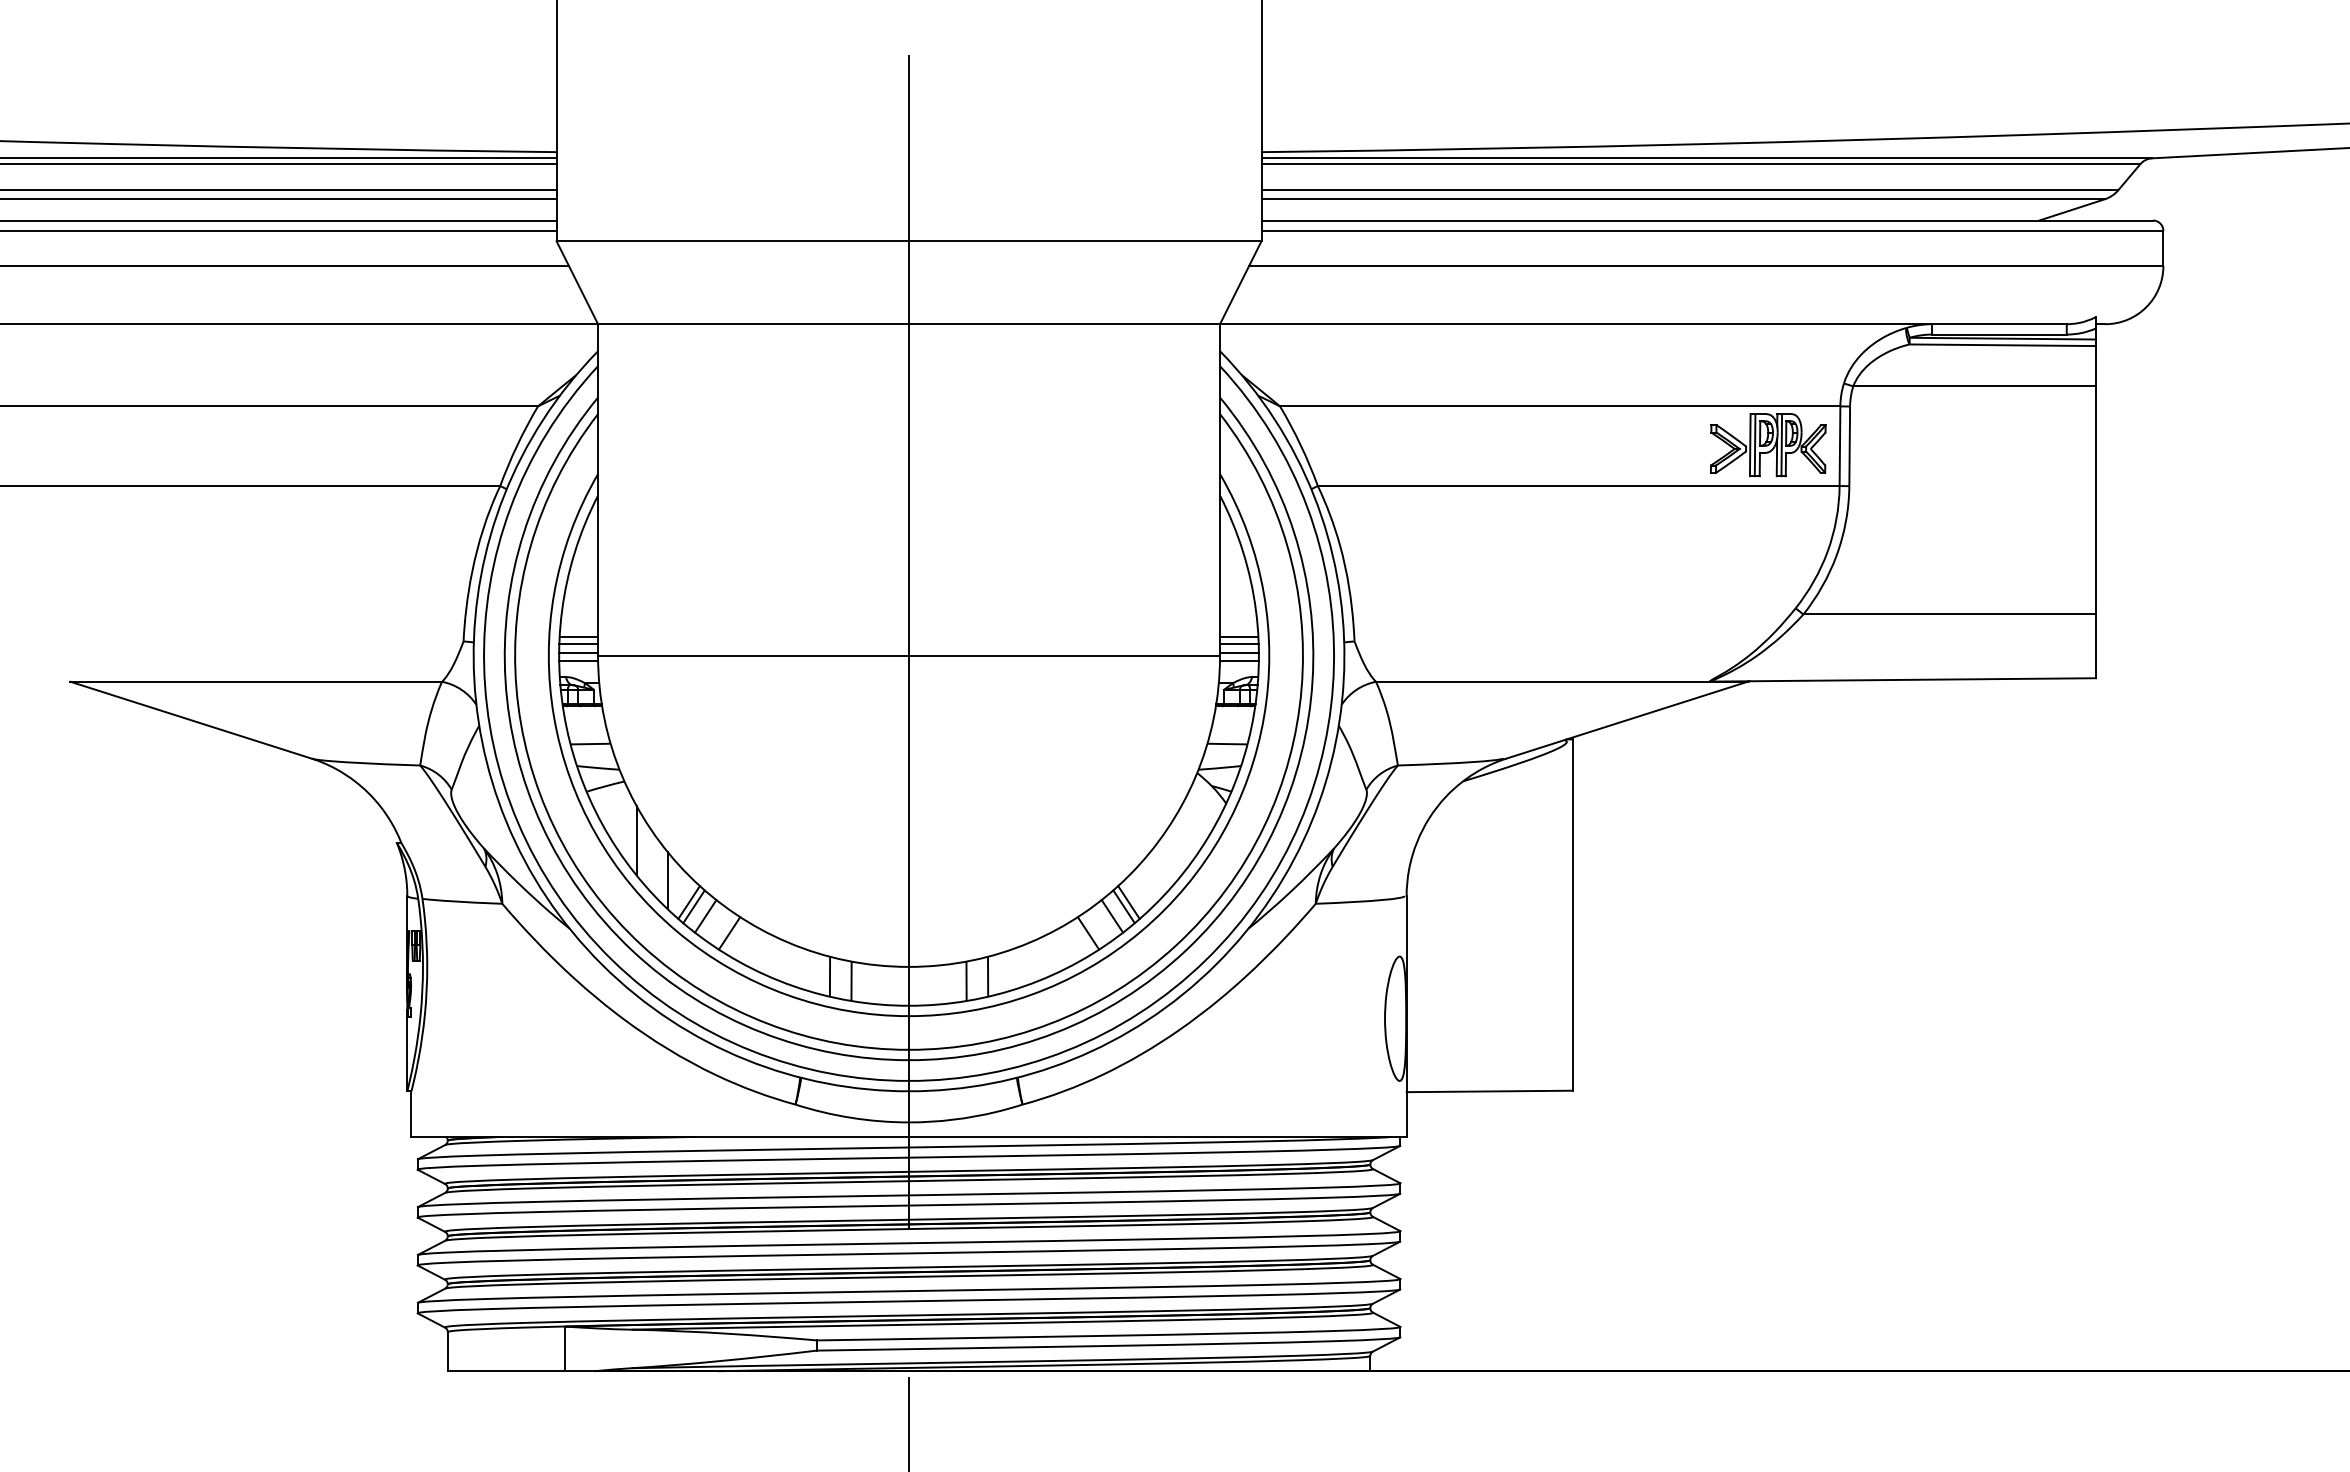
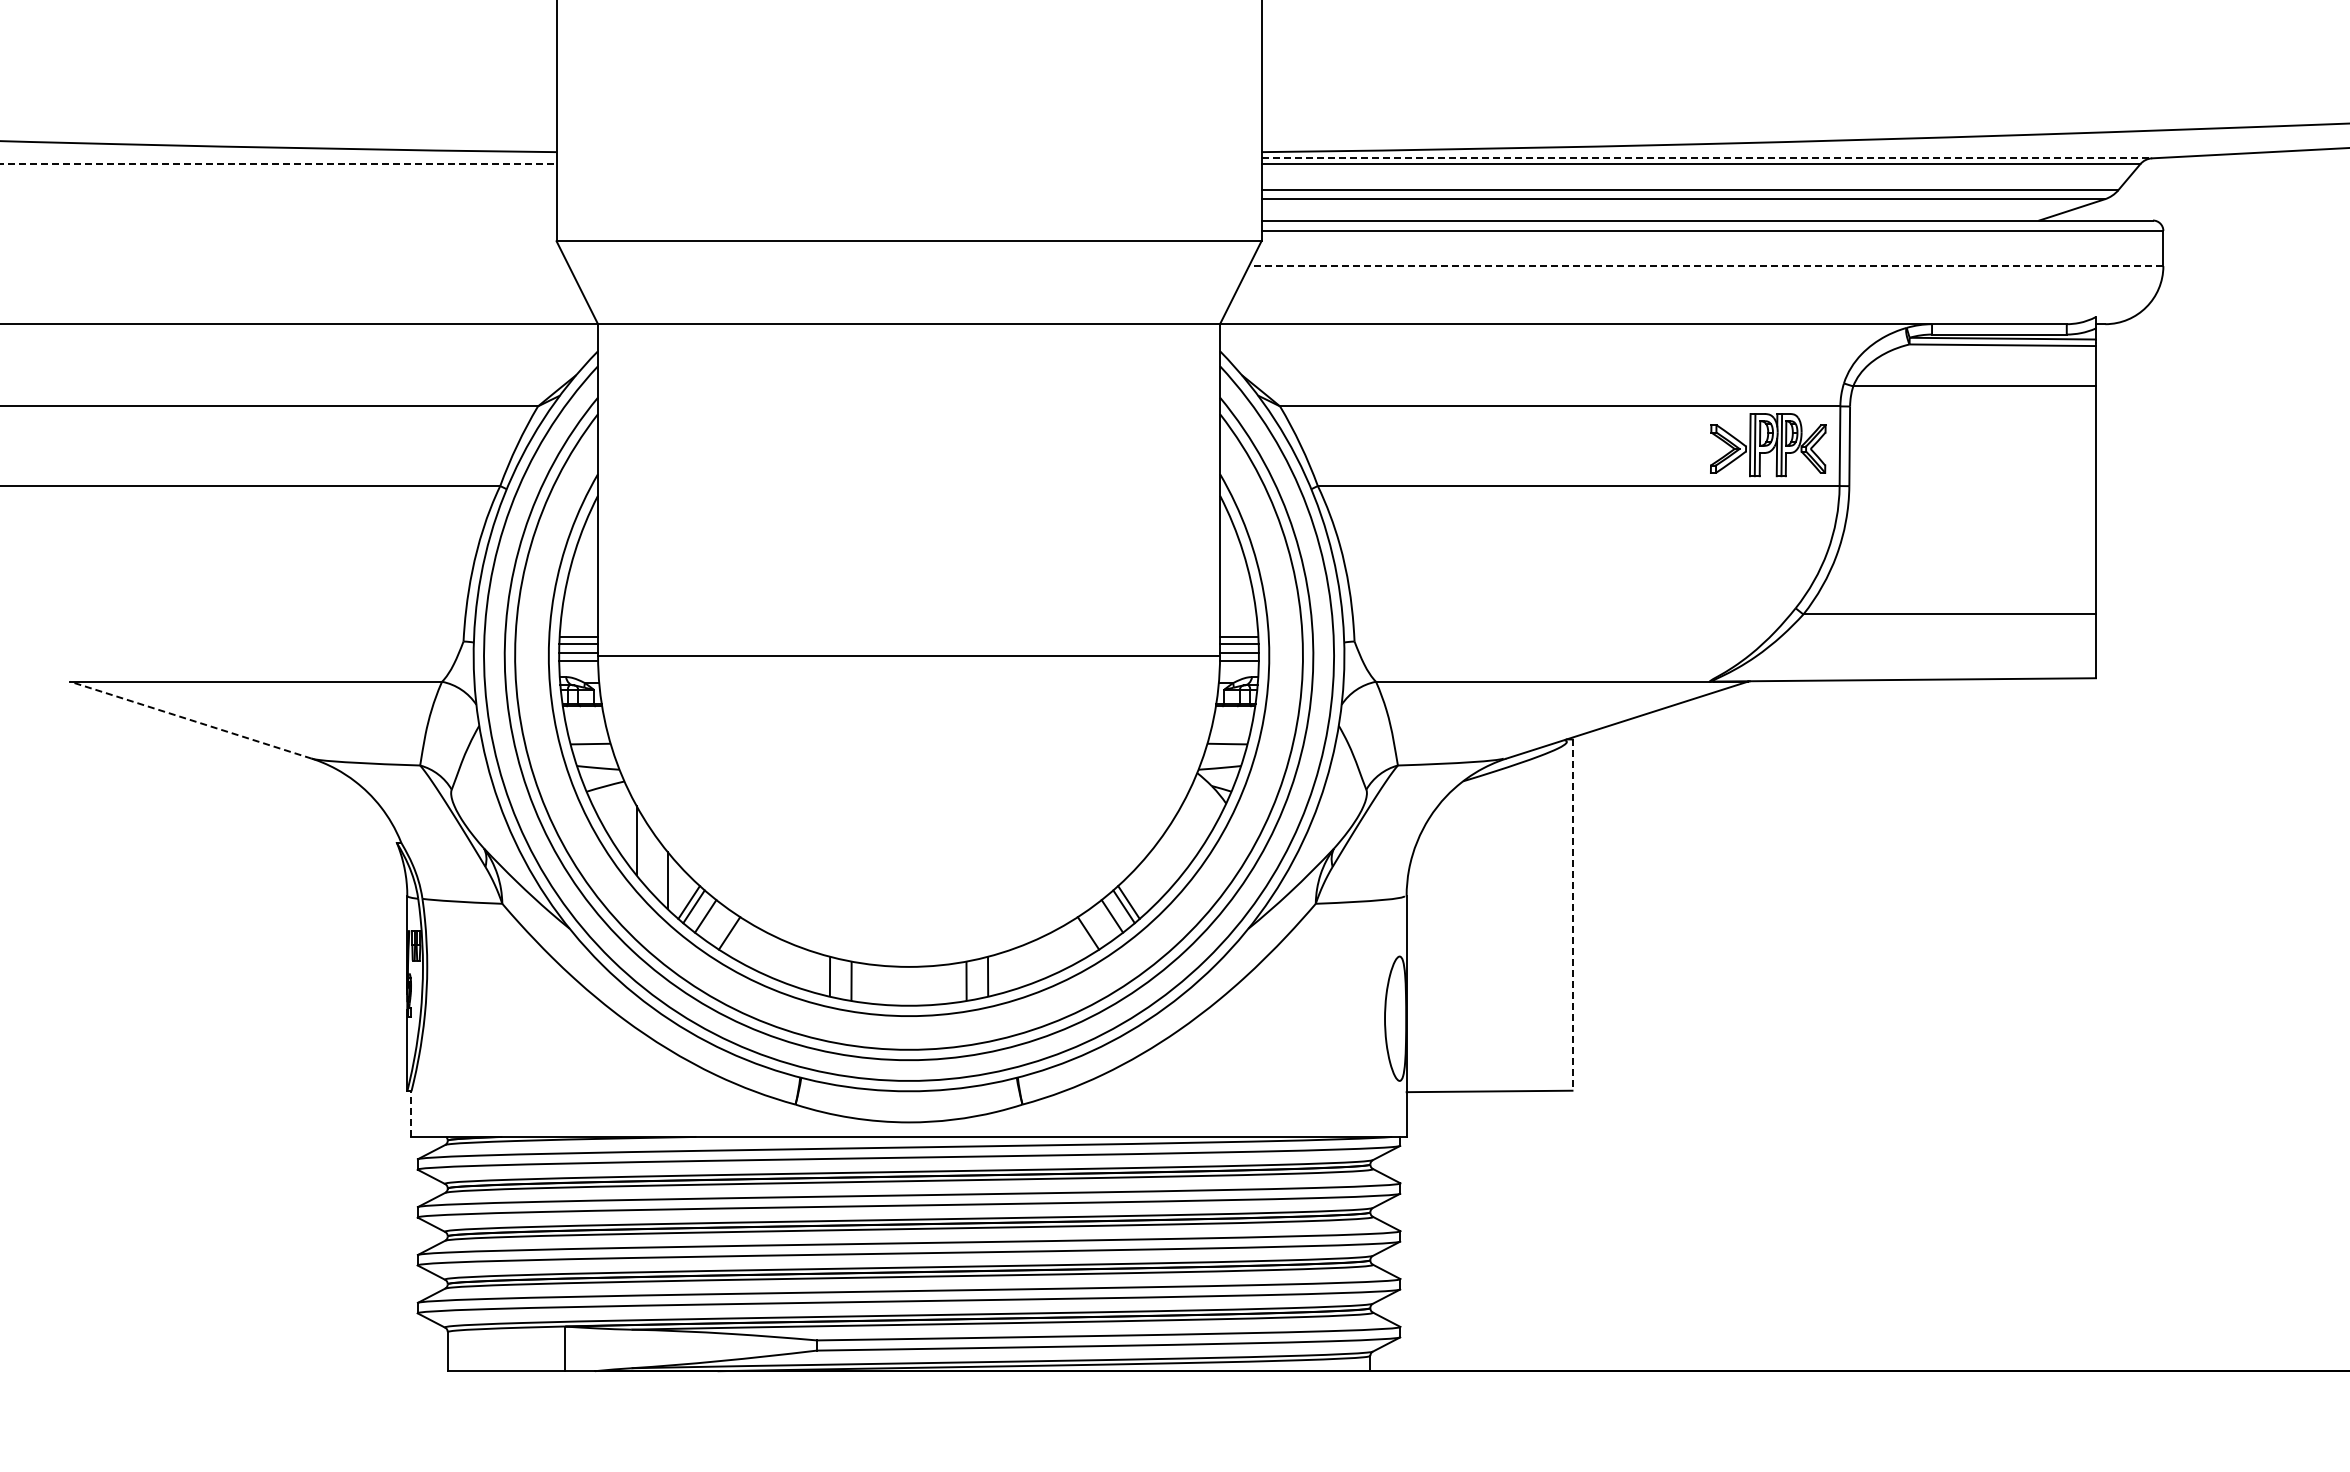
line at (279, 158): present -> none
line at (1707, 158): solid -> dashed
line at (278, 164): solid -> dashed
line at (279, 190): present -> none
line at (279, 199): present -> none
line at (279, 220): present -> none
line at (279, 230): present -> none
line at (285, 266): present -> none
line at (1705, 266): solid -> dashed
line at (191, 720): solid -> dashed
line at (909, 735): present -> none
line at (1572, 915): solid -> dashed
line at (411, 1114): solid -> dashed
